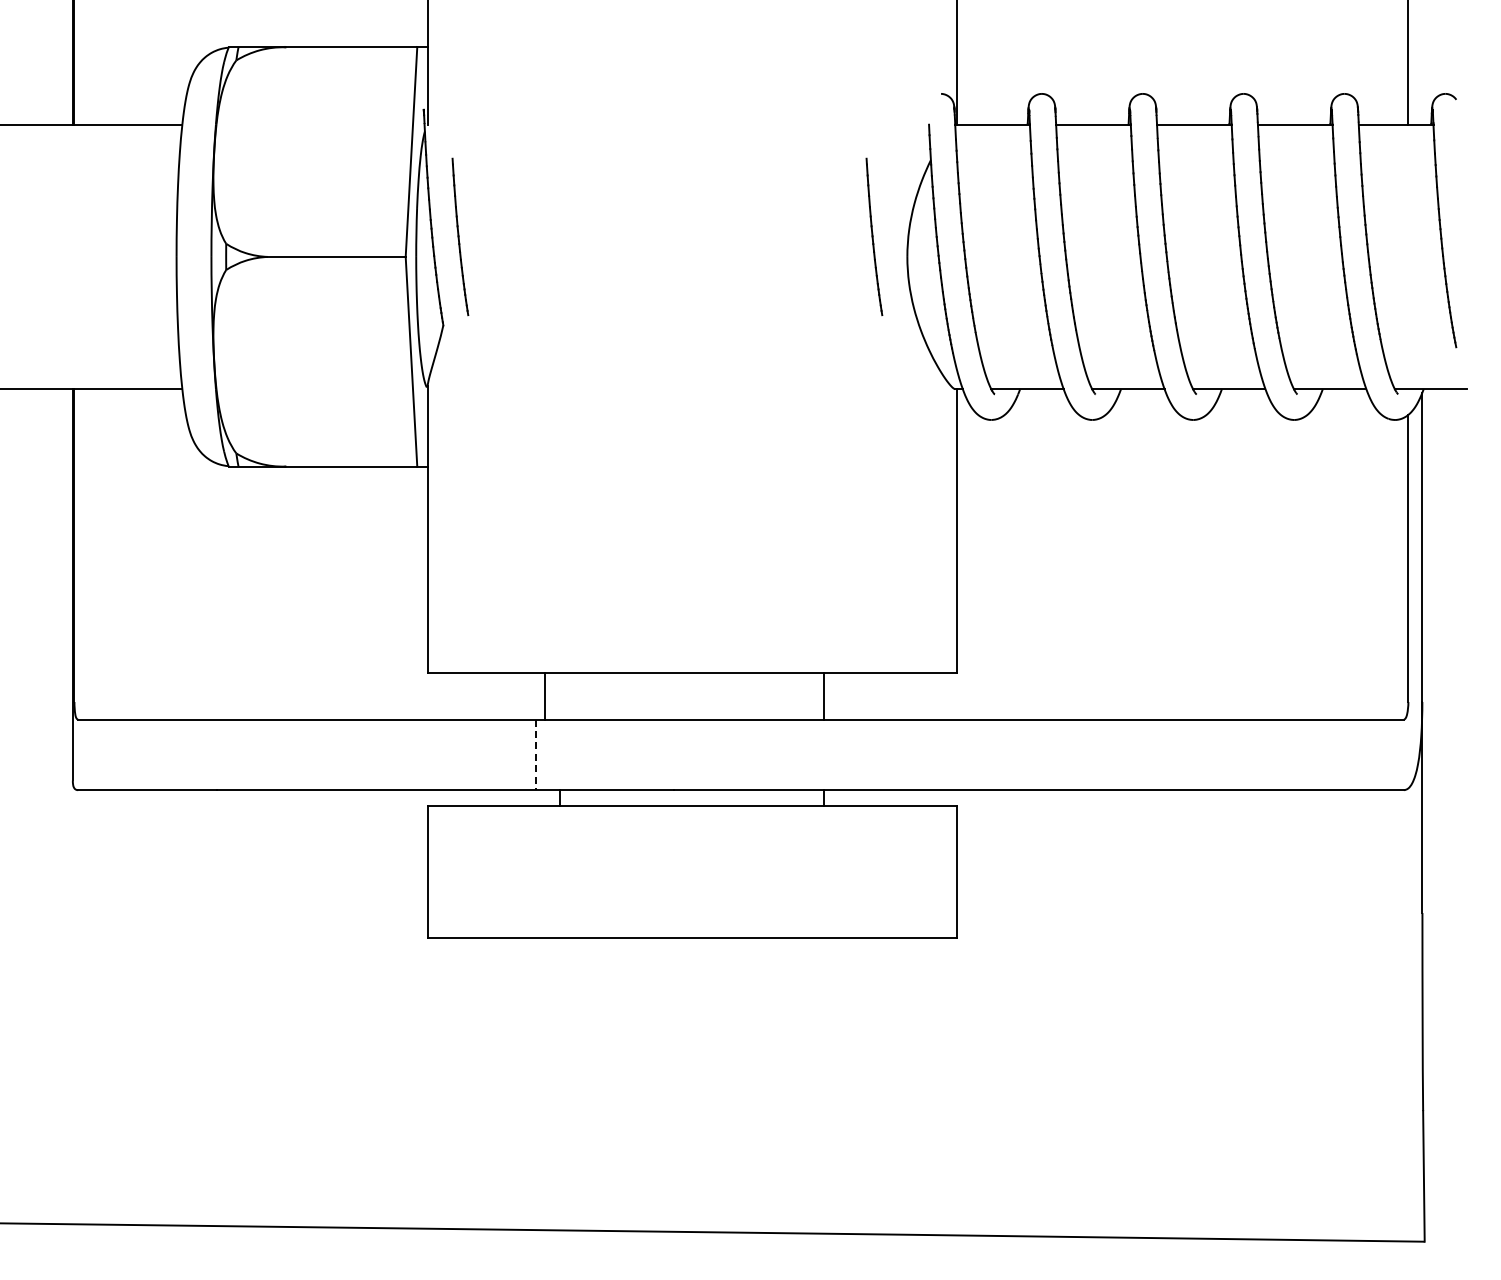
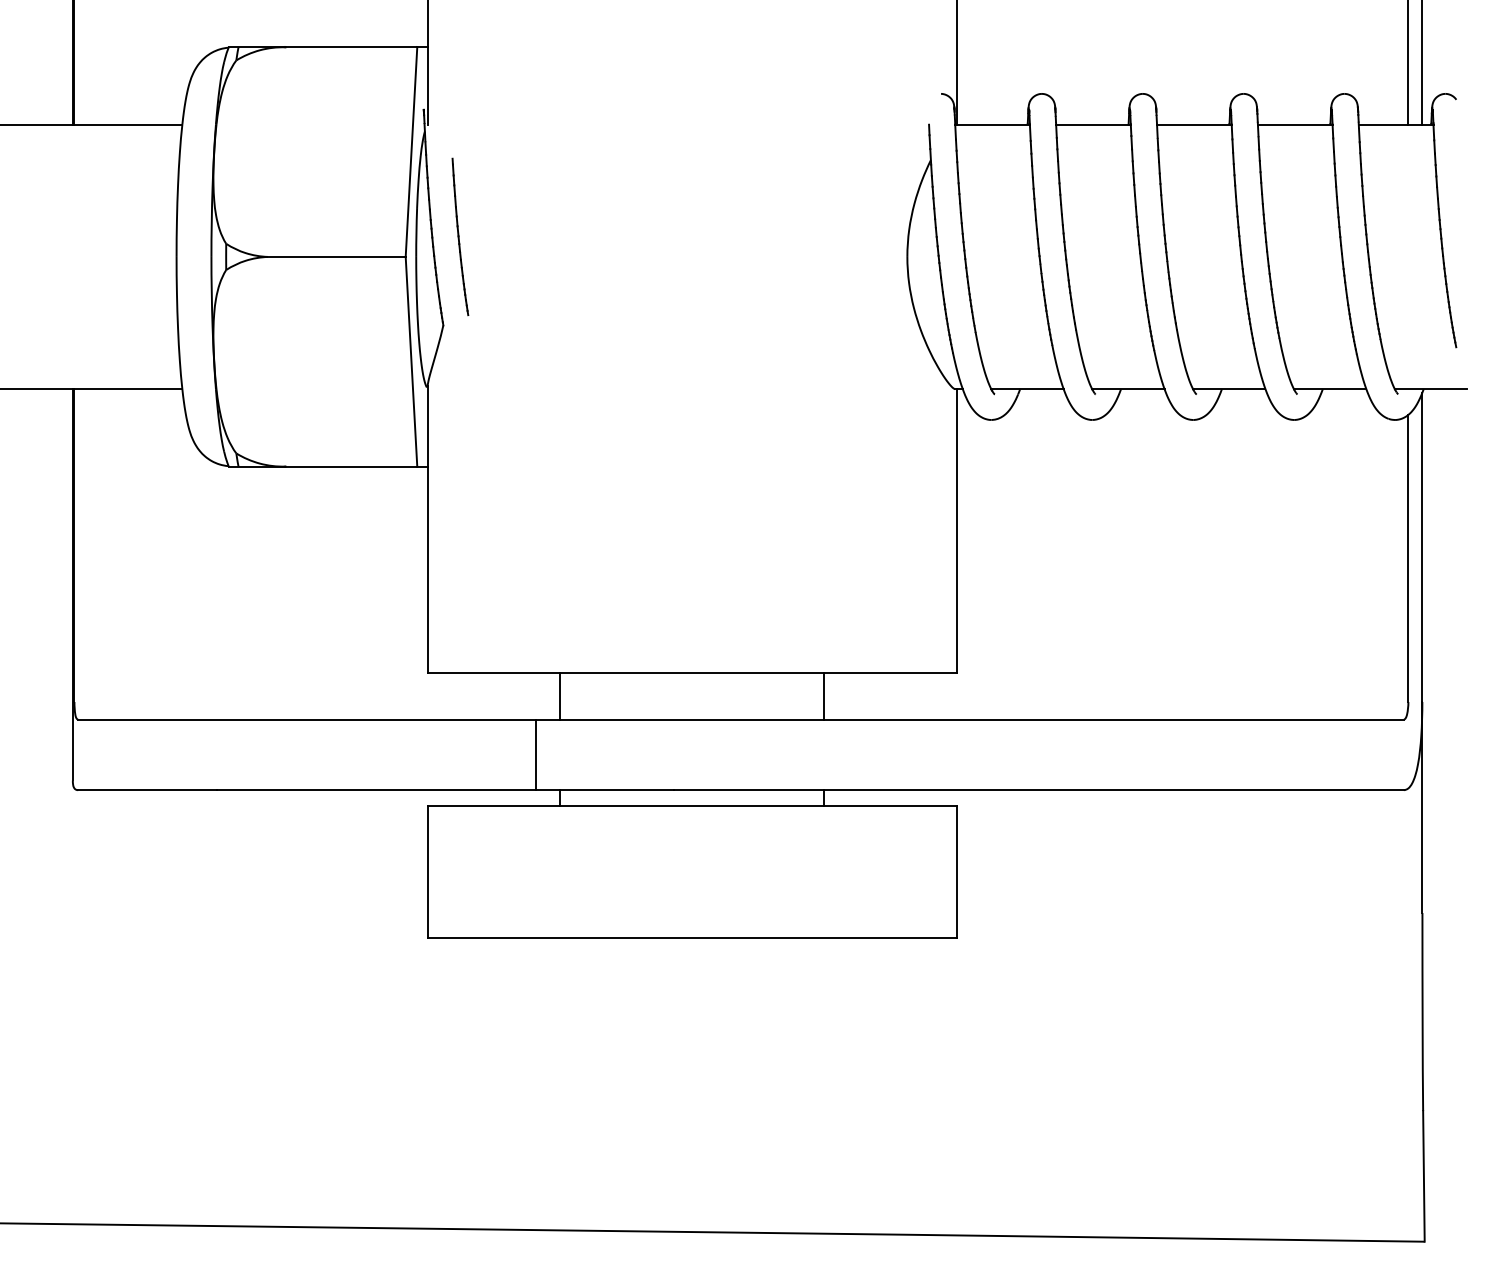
line at (1422, 63): none -> present
part at (874, 236): present -> none
line at (544, 696) position: (544, 696) -> (559, 696)
line at (535, 755): dashed -> solid
